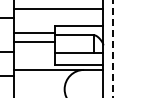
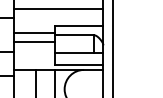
line at (113, 49): dashed -> solid
line at (35, 81): none -> present
line at (54, 81): none -> present
